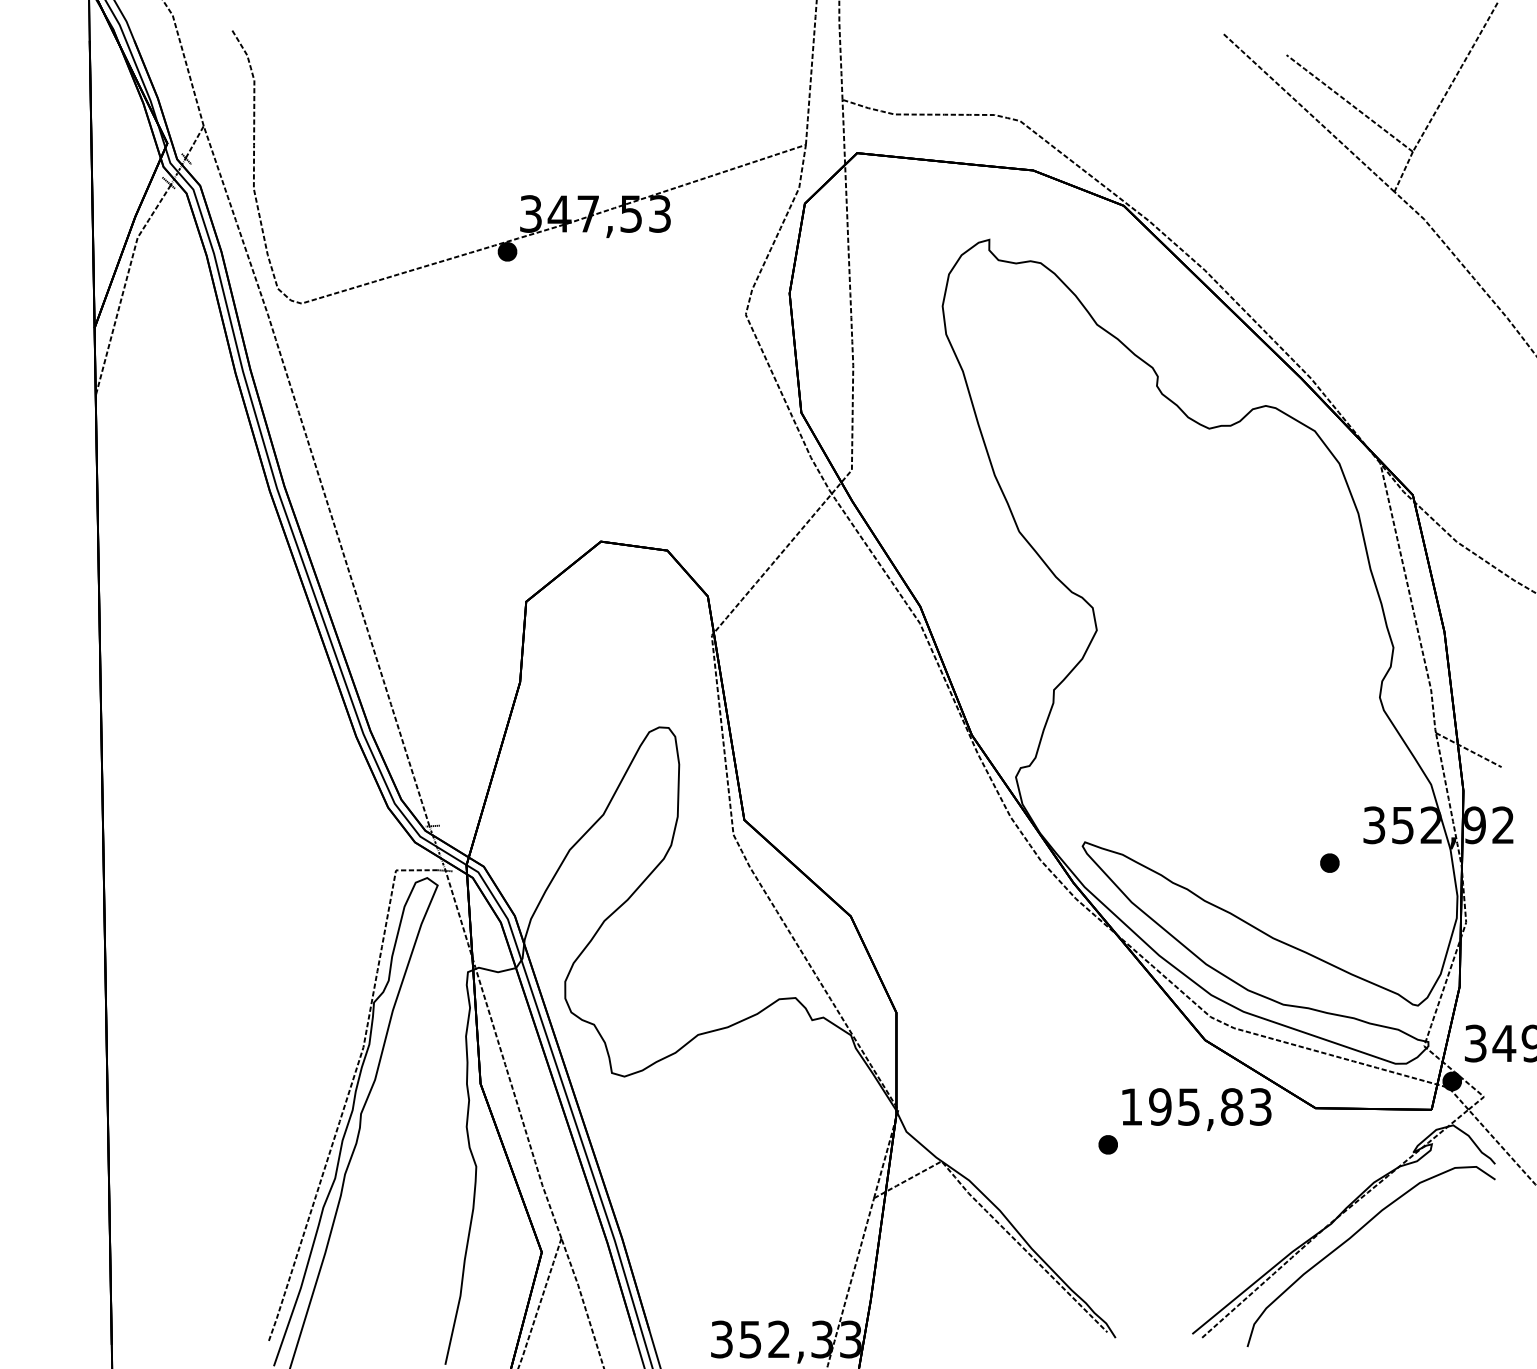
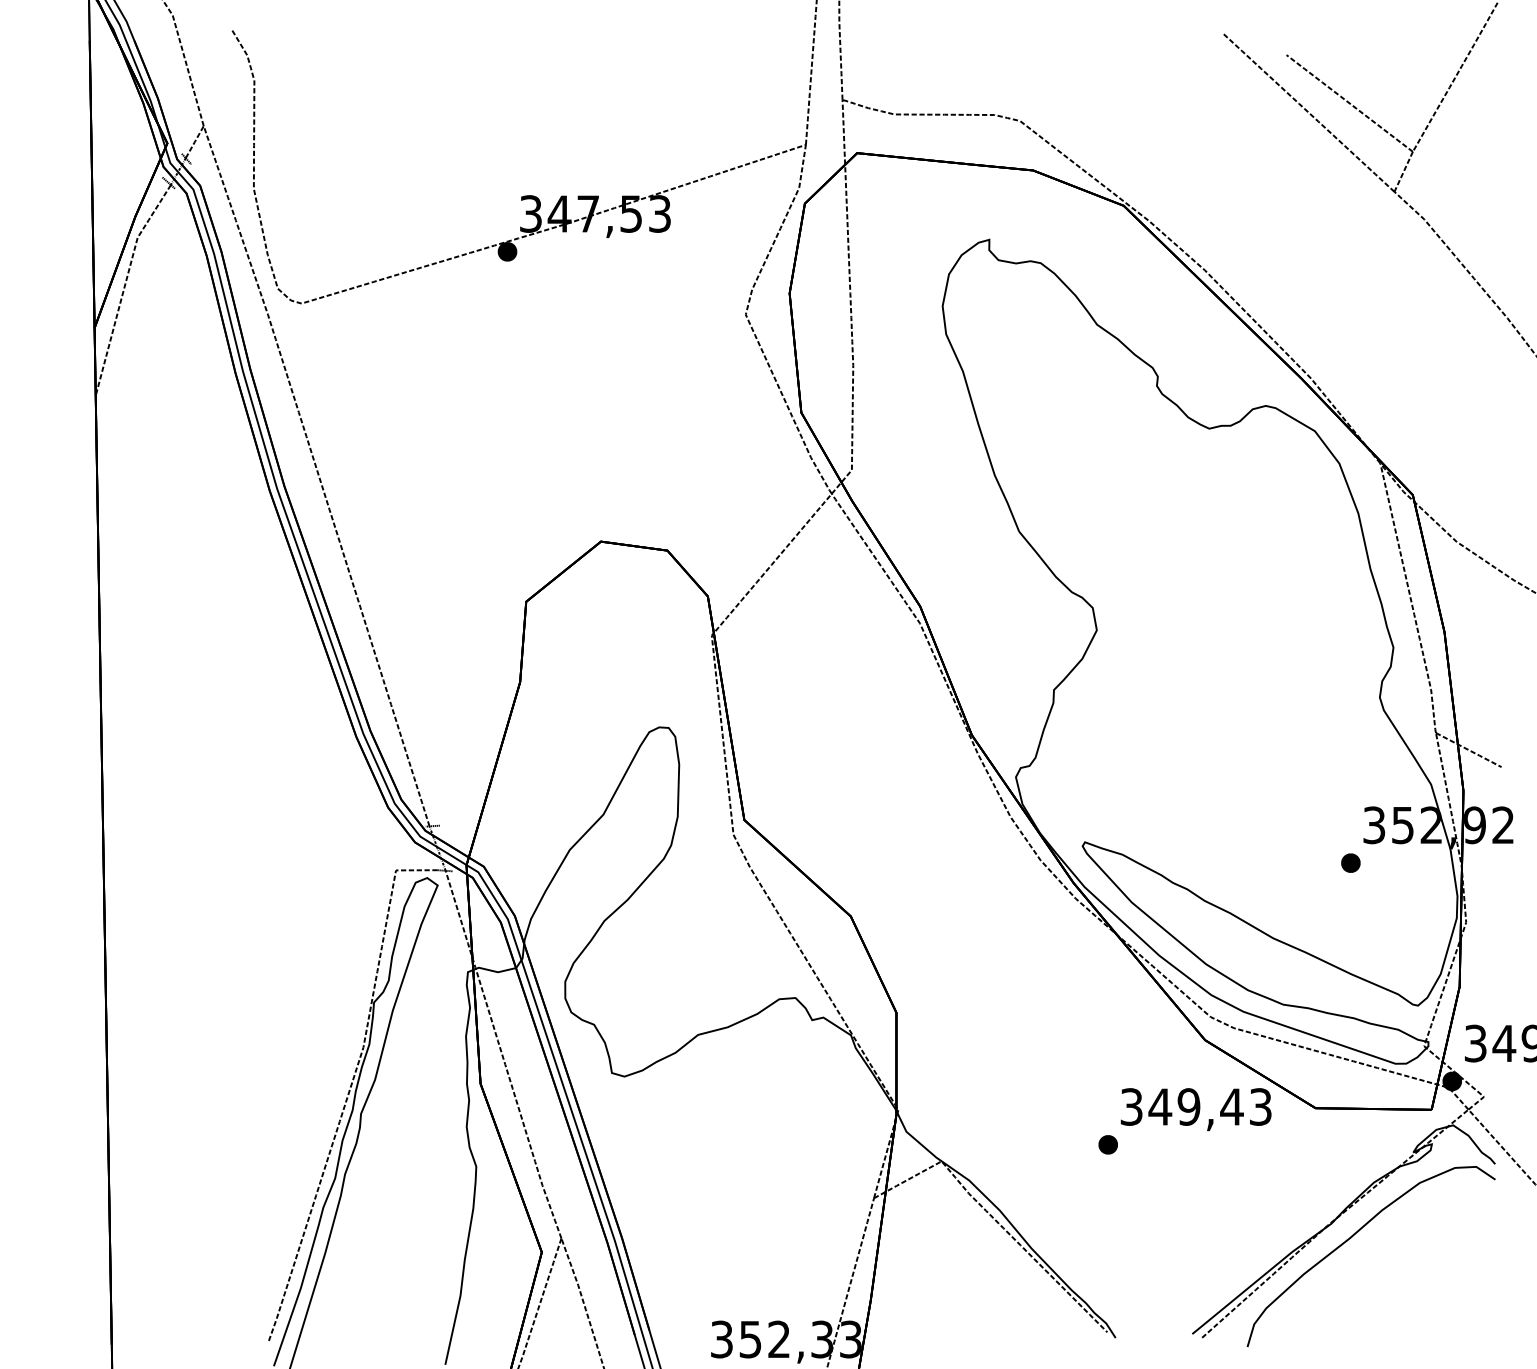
part at (1329, 862) position: (1329, 862) -> (1350, 862)
text at (1181, 1106): 195,83 -> 349,43
